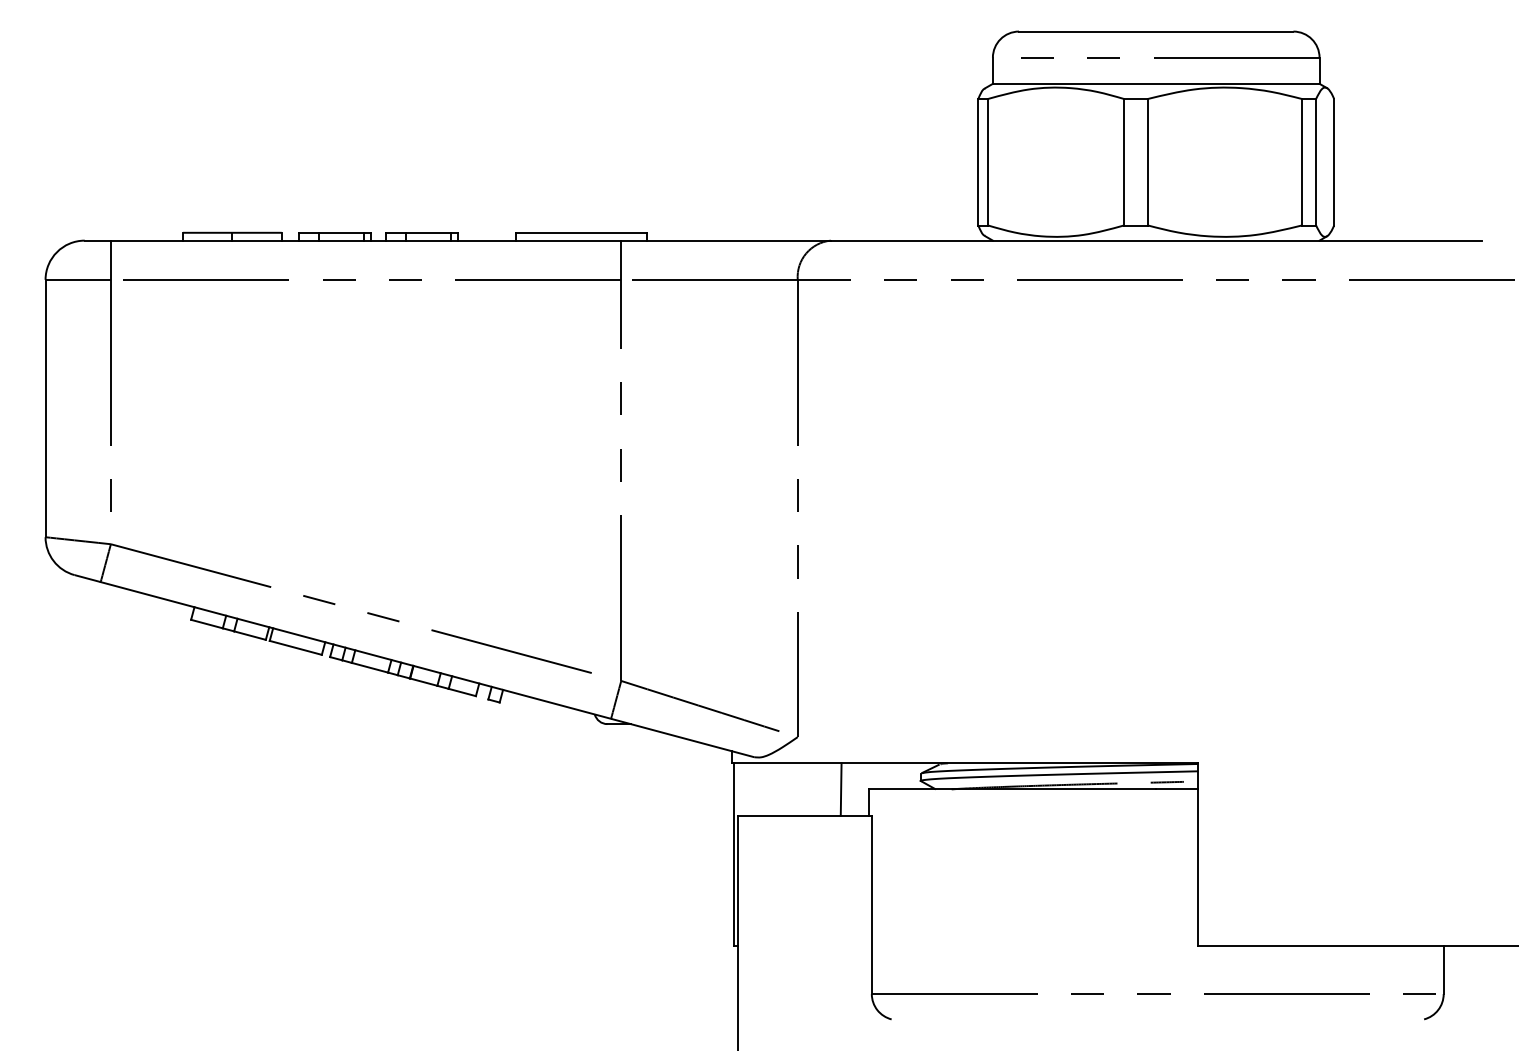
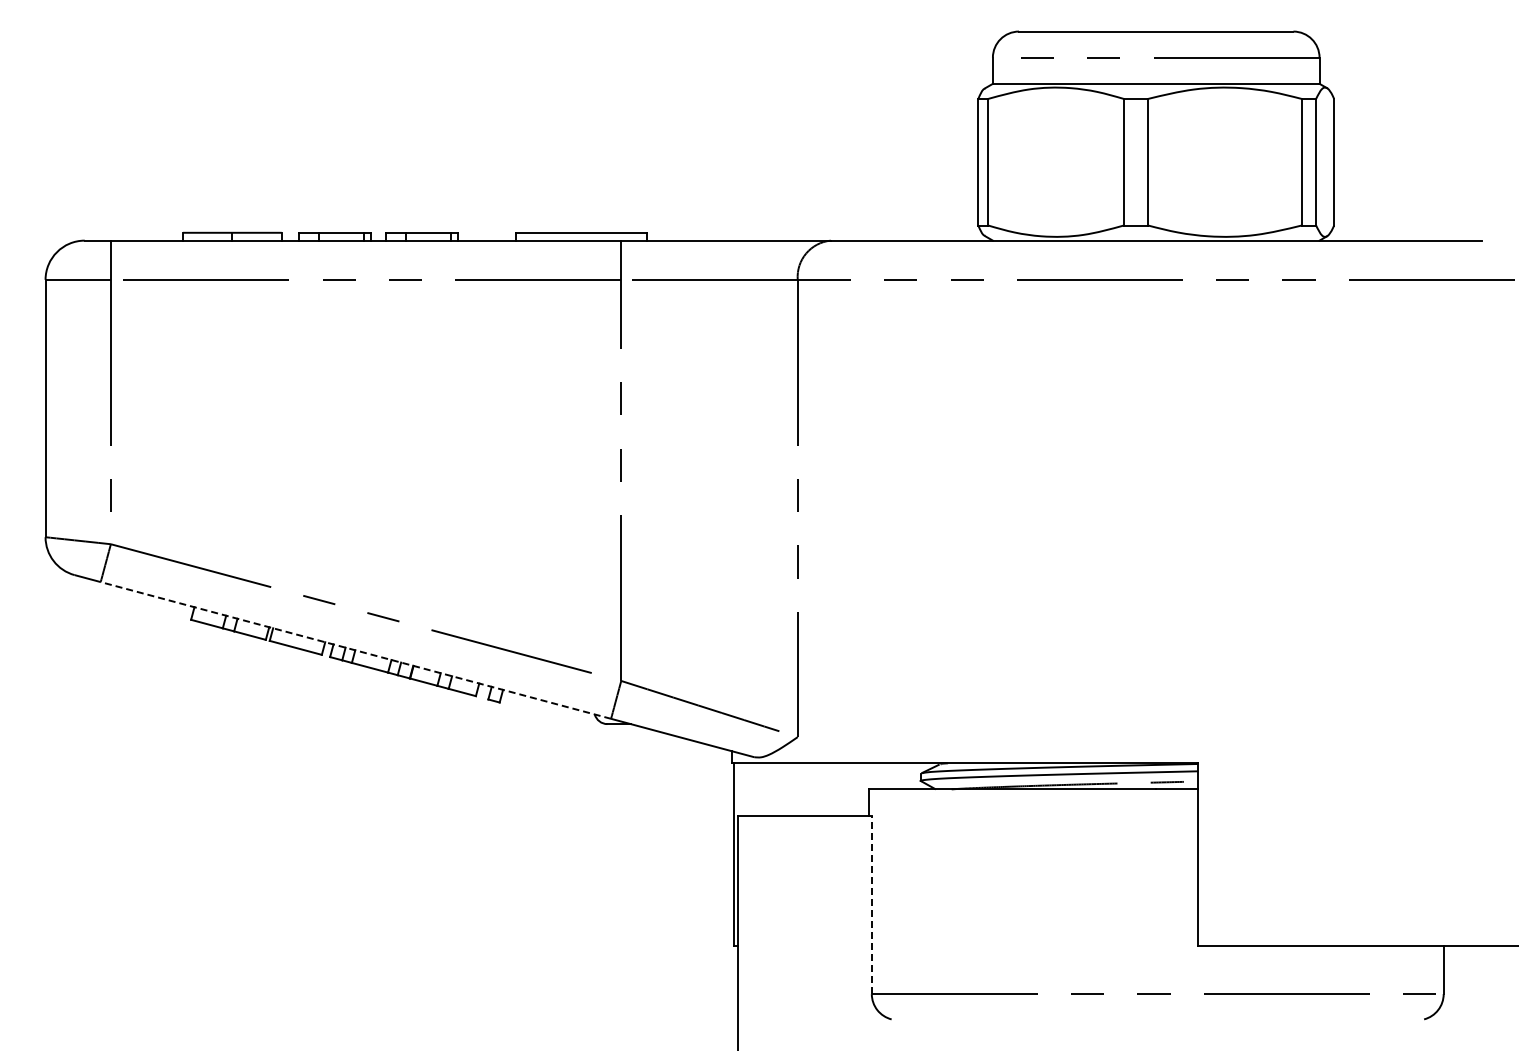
line at (355, 650): solid -> dashed
line at (840, 789): present -> none
line at (871, 904): solid -> dashed
